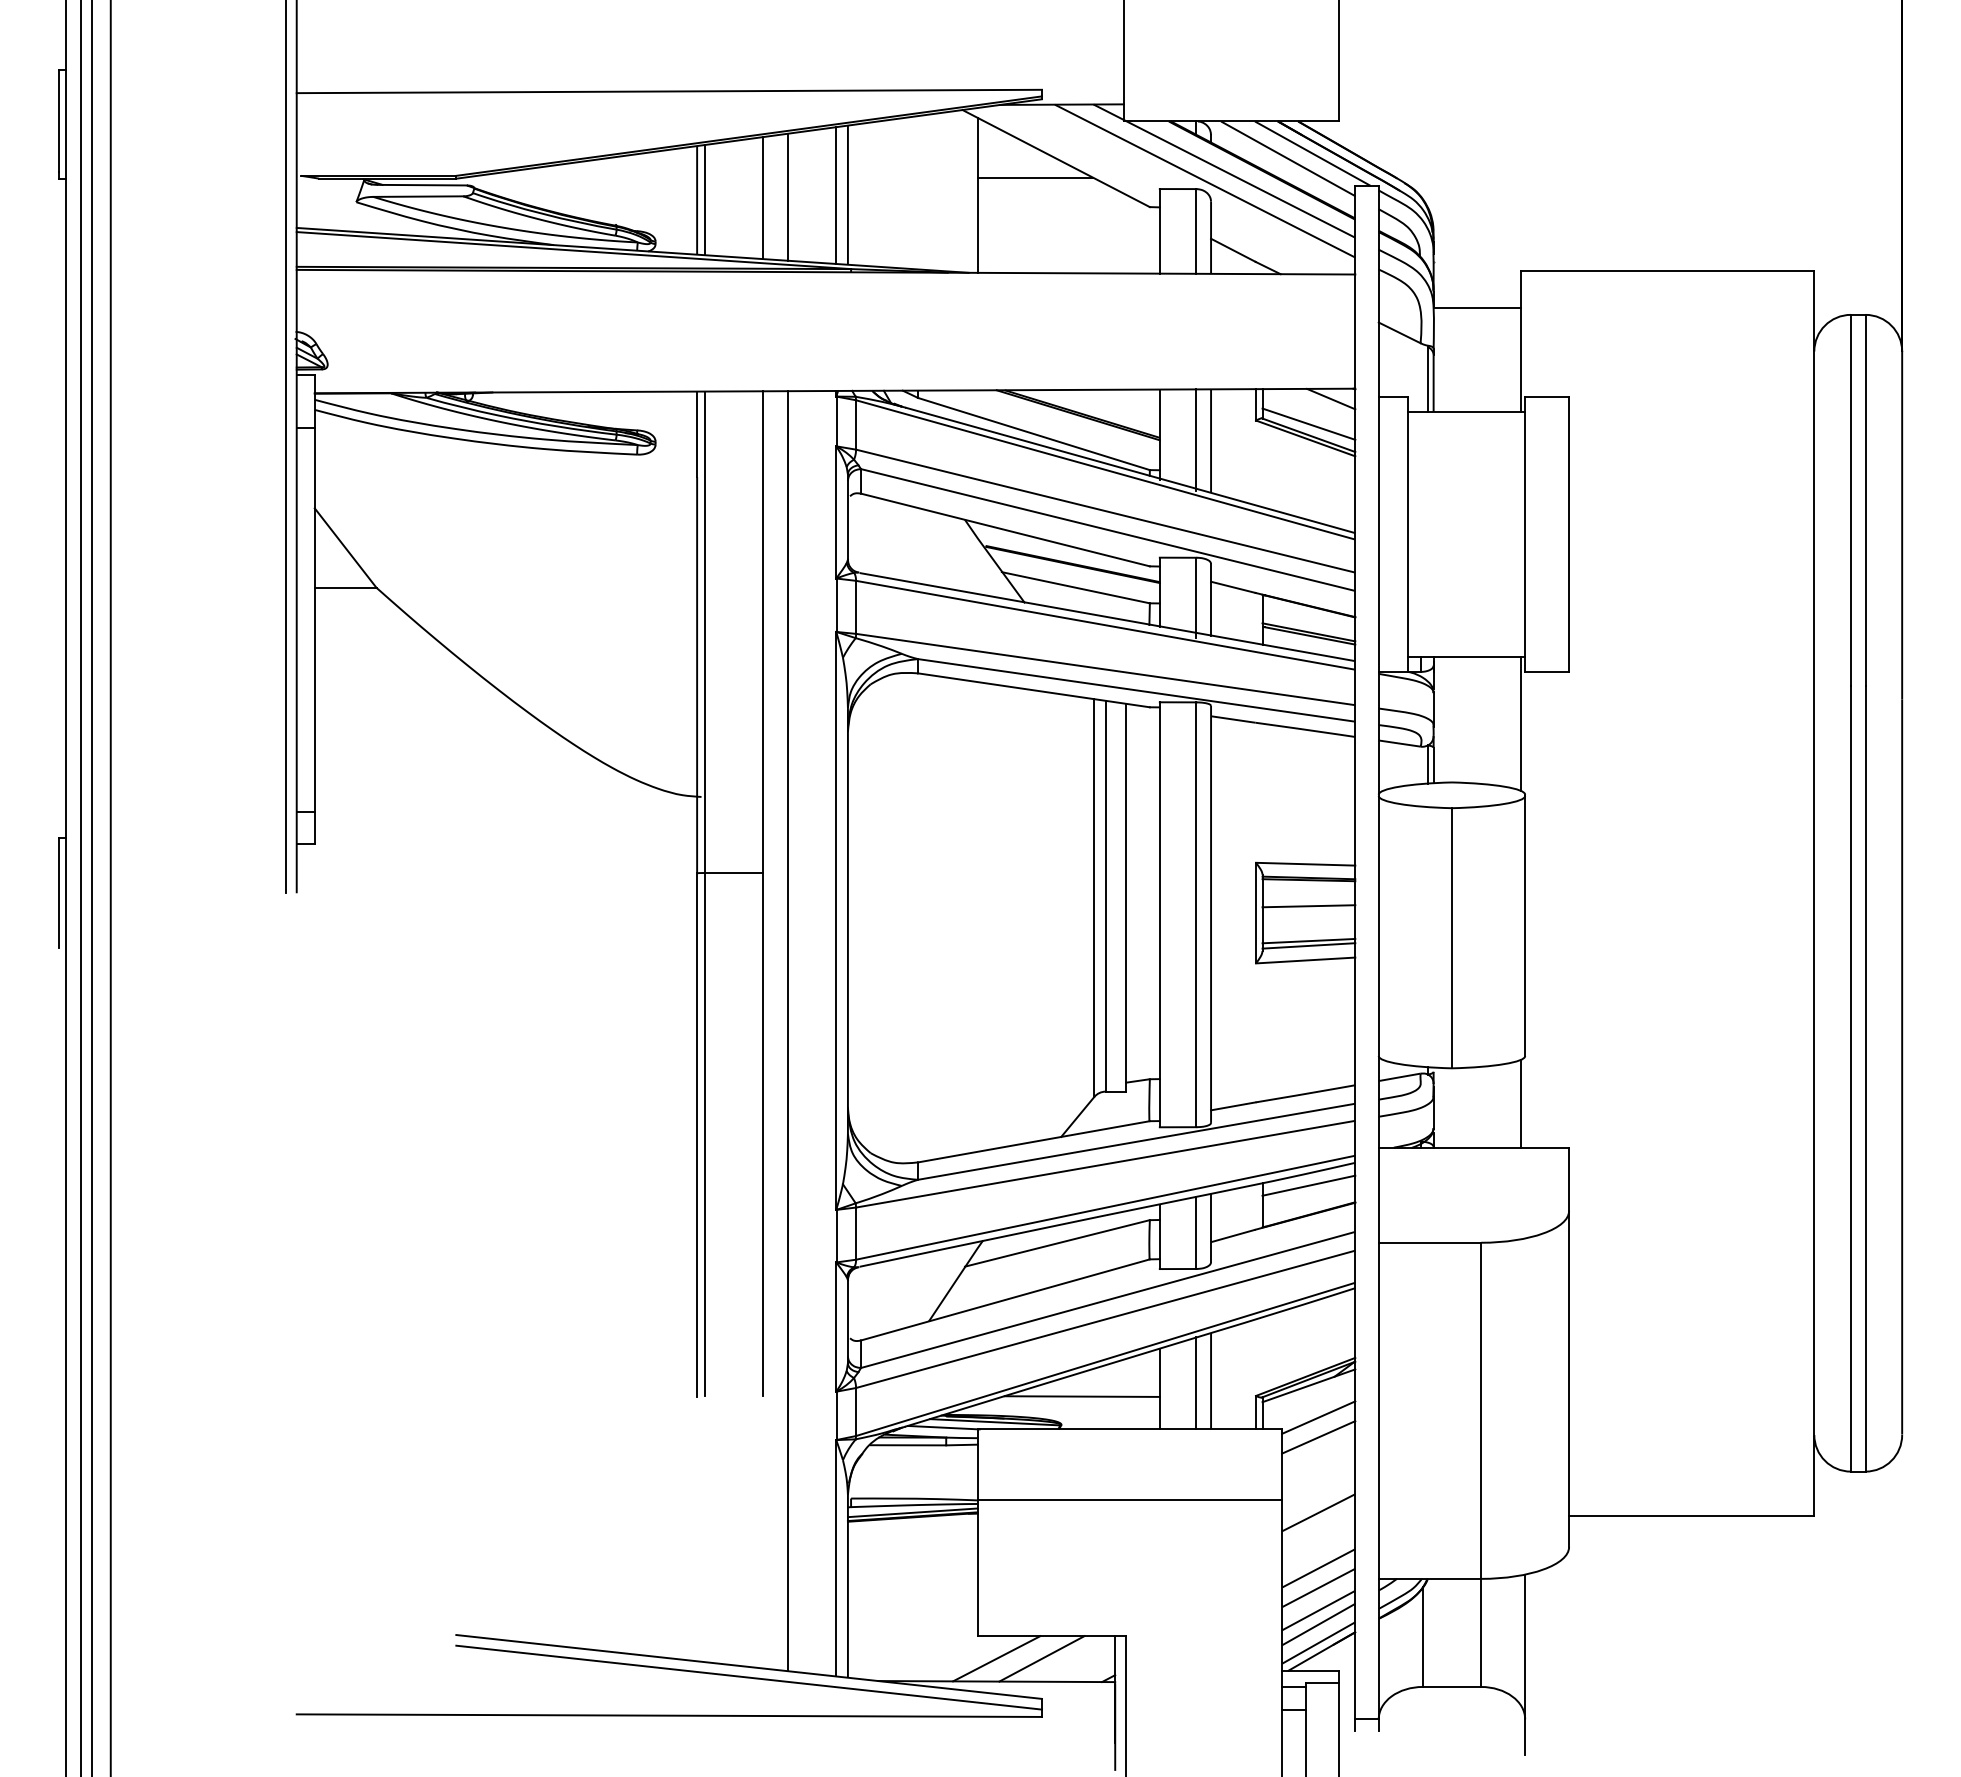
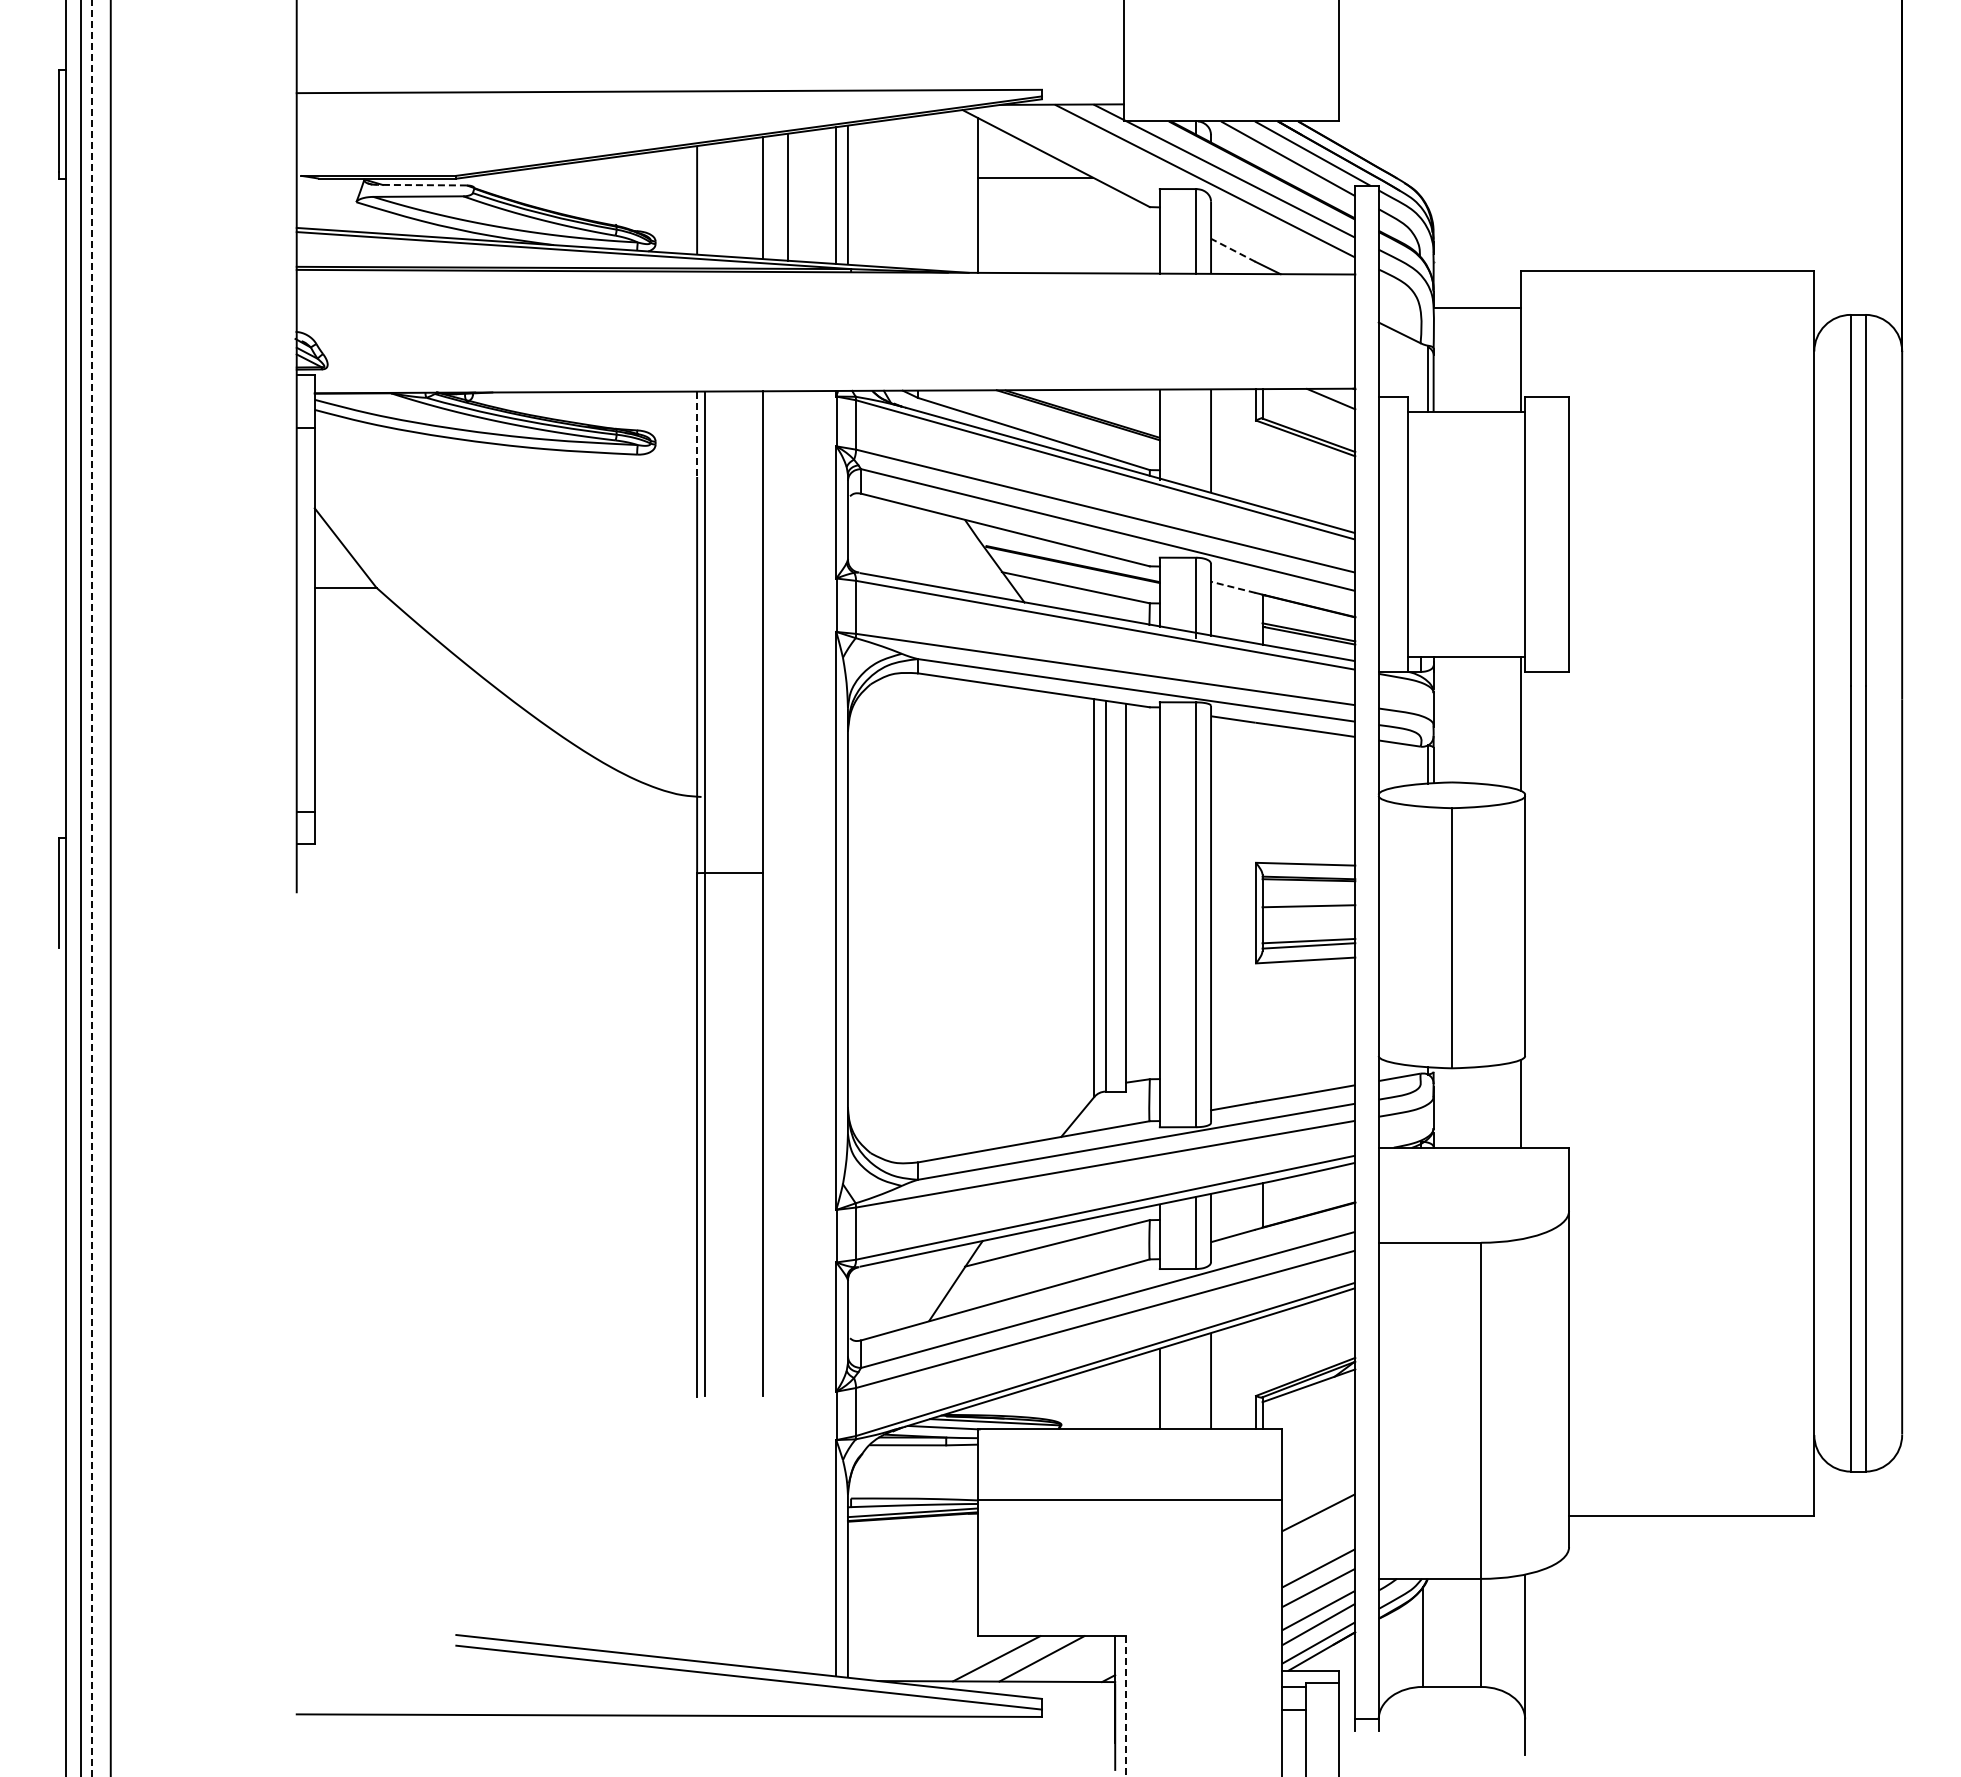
line at (422, 185): solid -> dashed
line at (704, 200): present -> none
line at (1232, 250): solid -> dashed
line at (1308, 423): present -> none
line at (697, 434): solid -> dashed
line at (1196, 439): present -> none
line at (285, 447): present -> none
line at (1233, 587): solid -> dashed
line at (92, 888): solid -> dashed
line at (787, 1031): present -> none
line at (1308, 1185): present -> none
line at (1196, 1383): present -> none
line at (1081, 1396): present -> none
line at (1318, 1417): present -> none
line at (1318, 1437): present -> none
line at (1126, 1707): solid -> dashed
